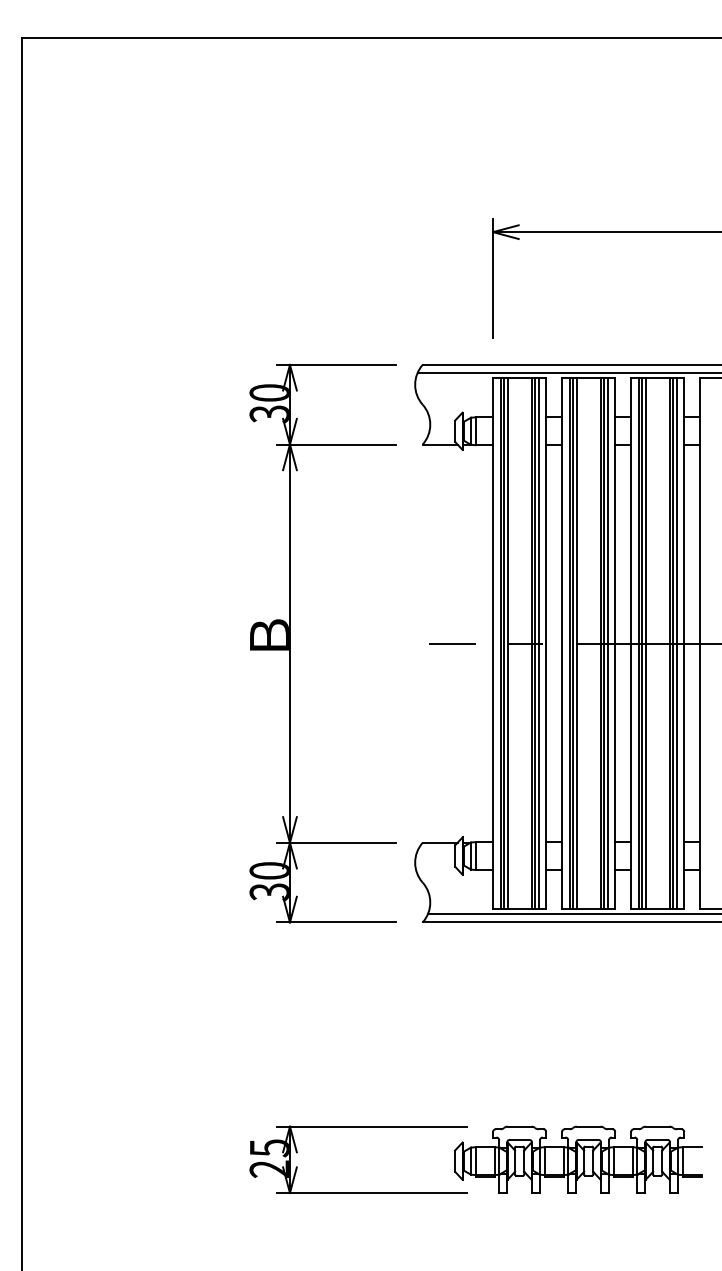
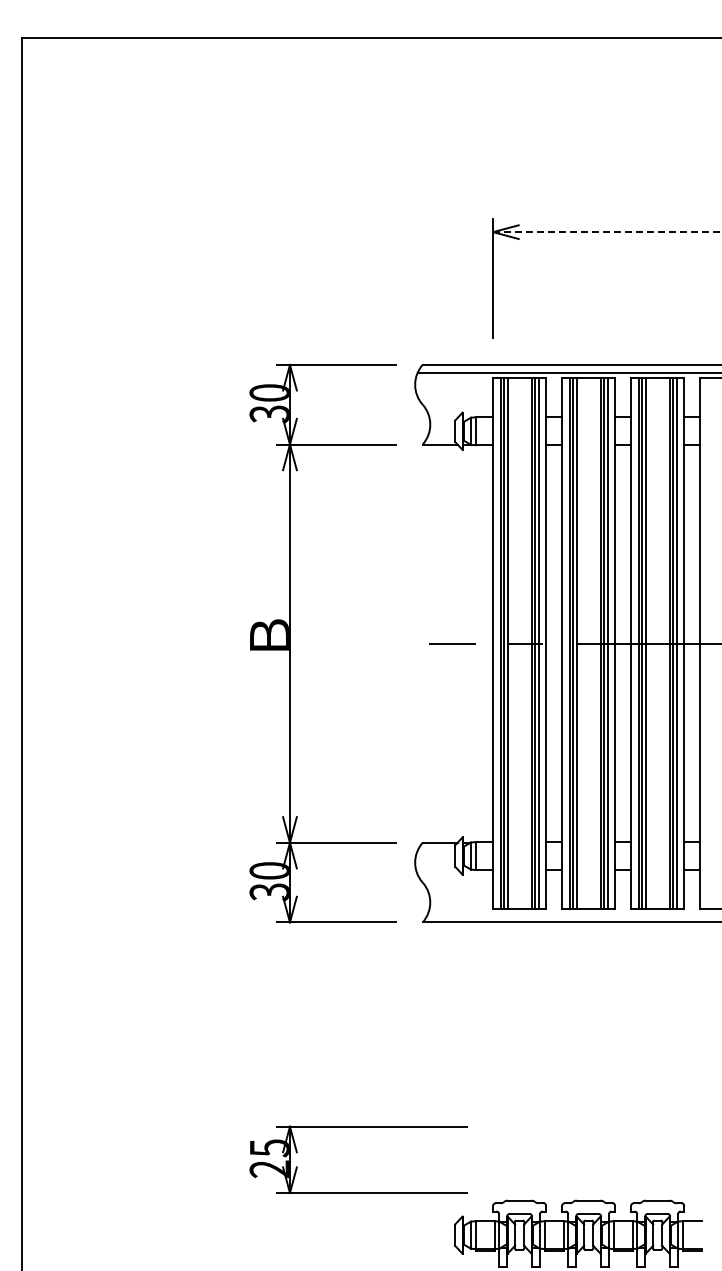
line at (607, 232): solid -> dashed
line at (572, 914): present -> none
part at (578, 1159) position: (578, 1159) -> (578, 1233)
